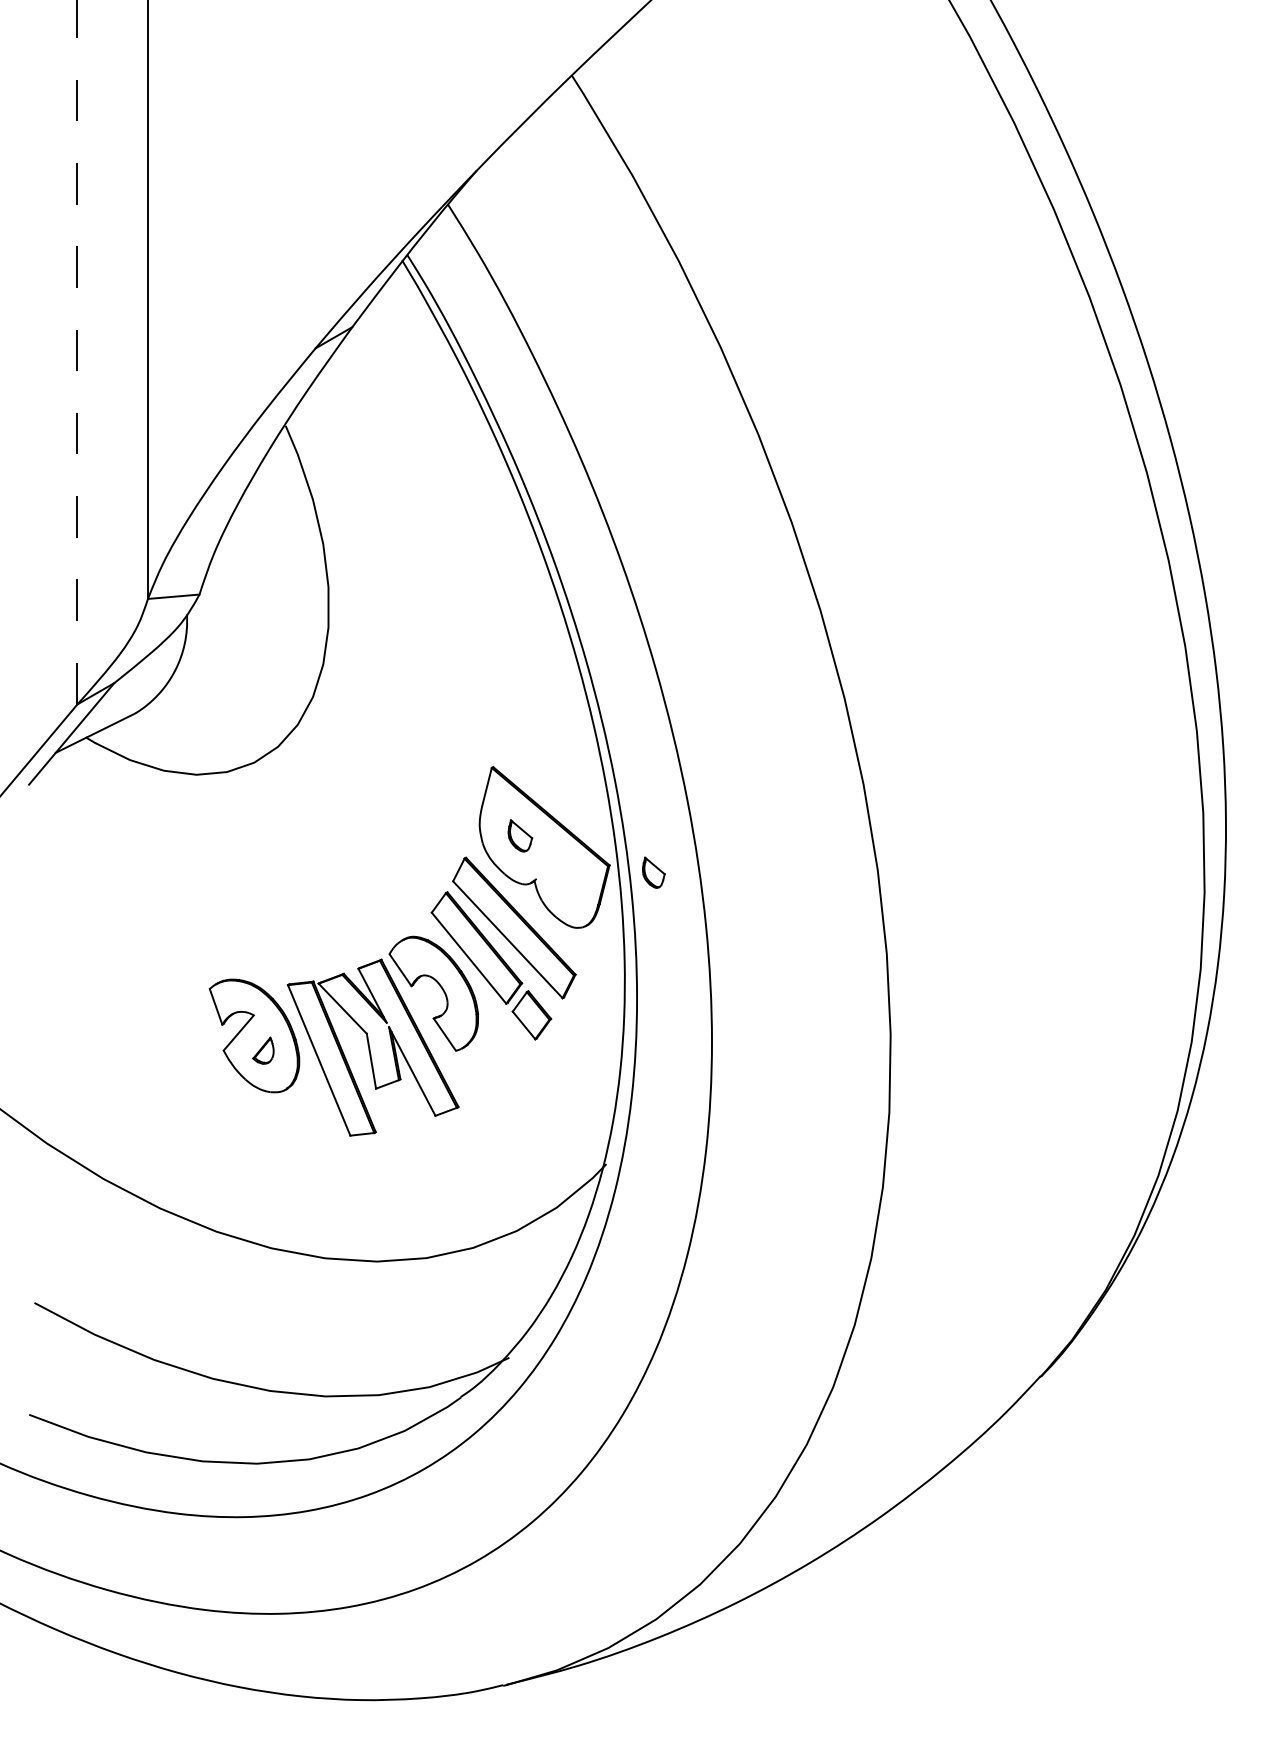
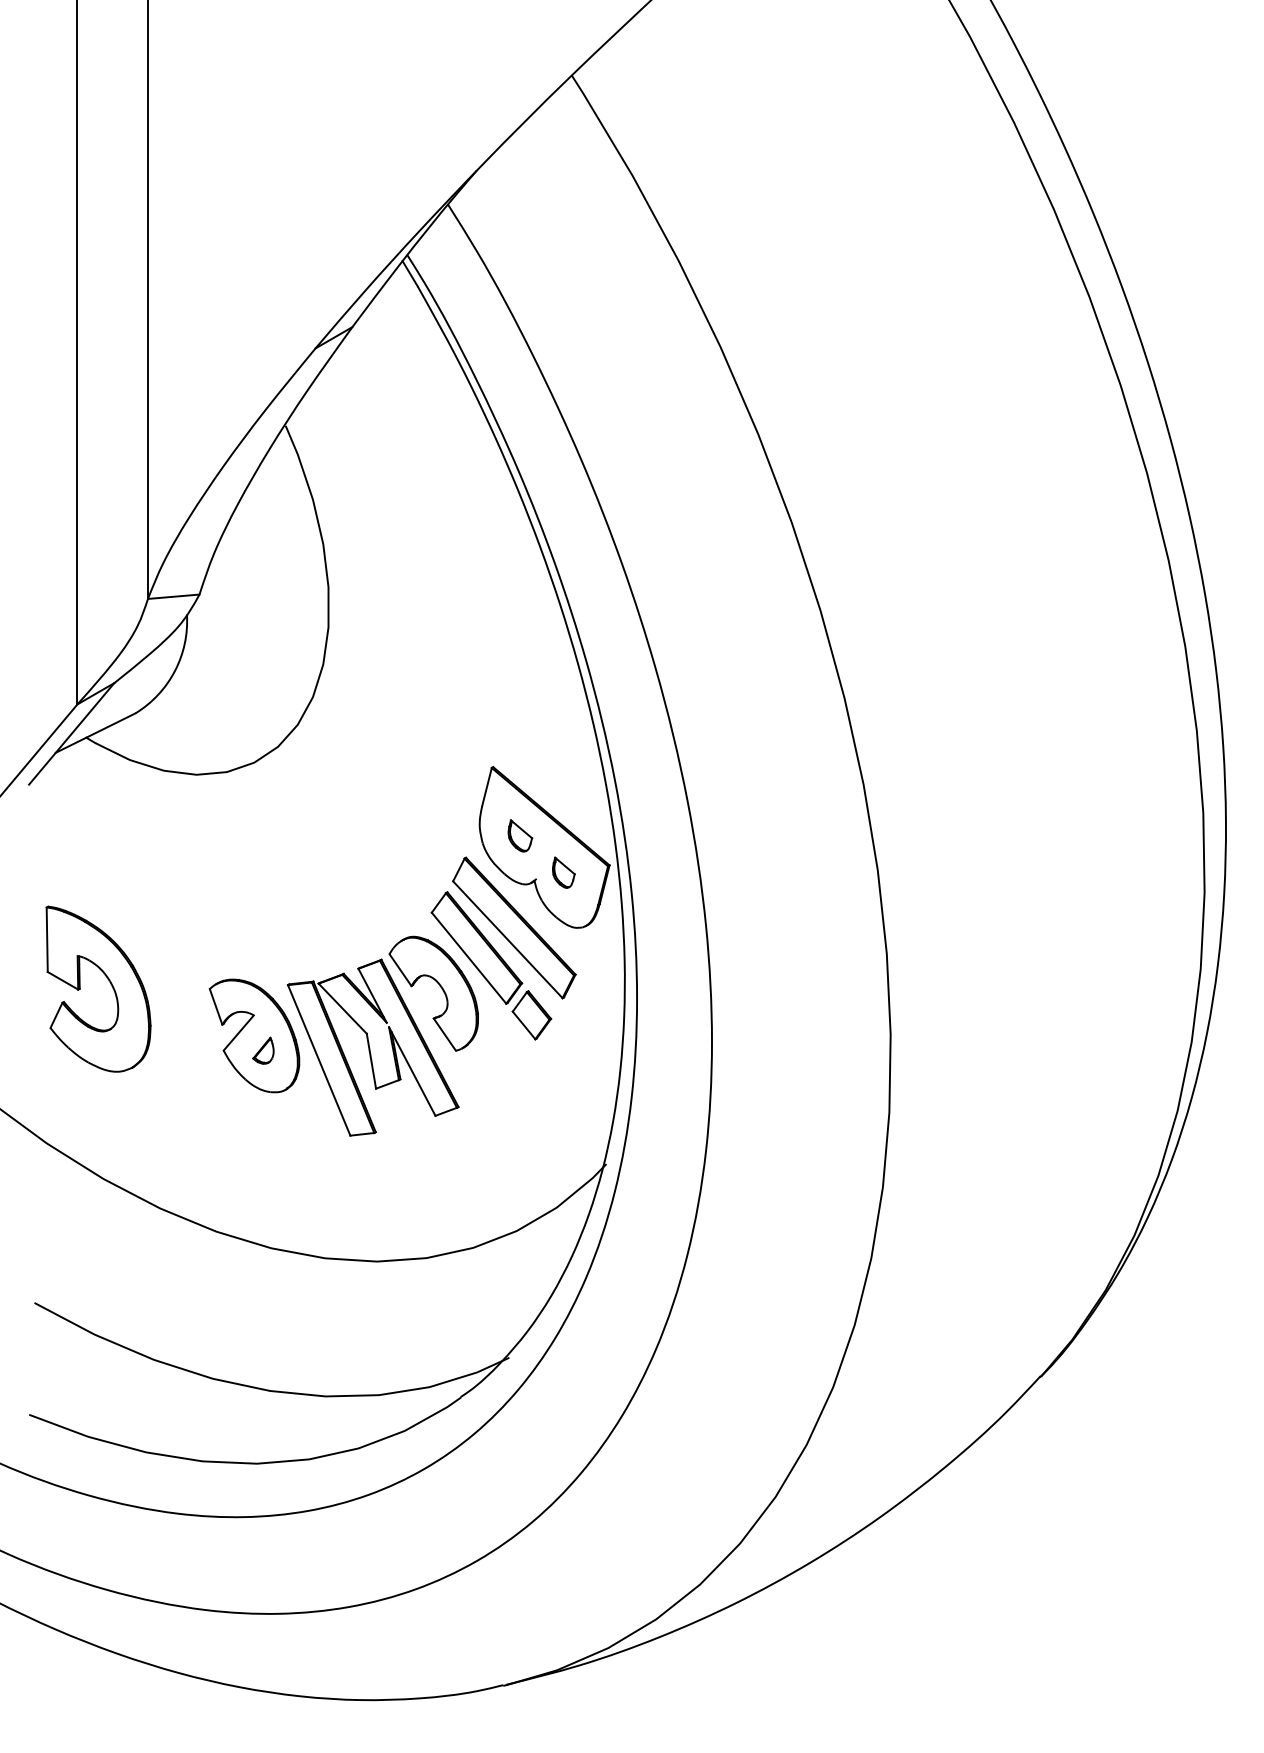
line at (77, 352): dashed -> solid
part at (653, 872) position: (653, 872) -> (563, 872)
part at (109, 982): none -> present
